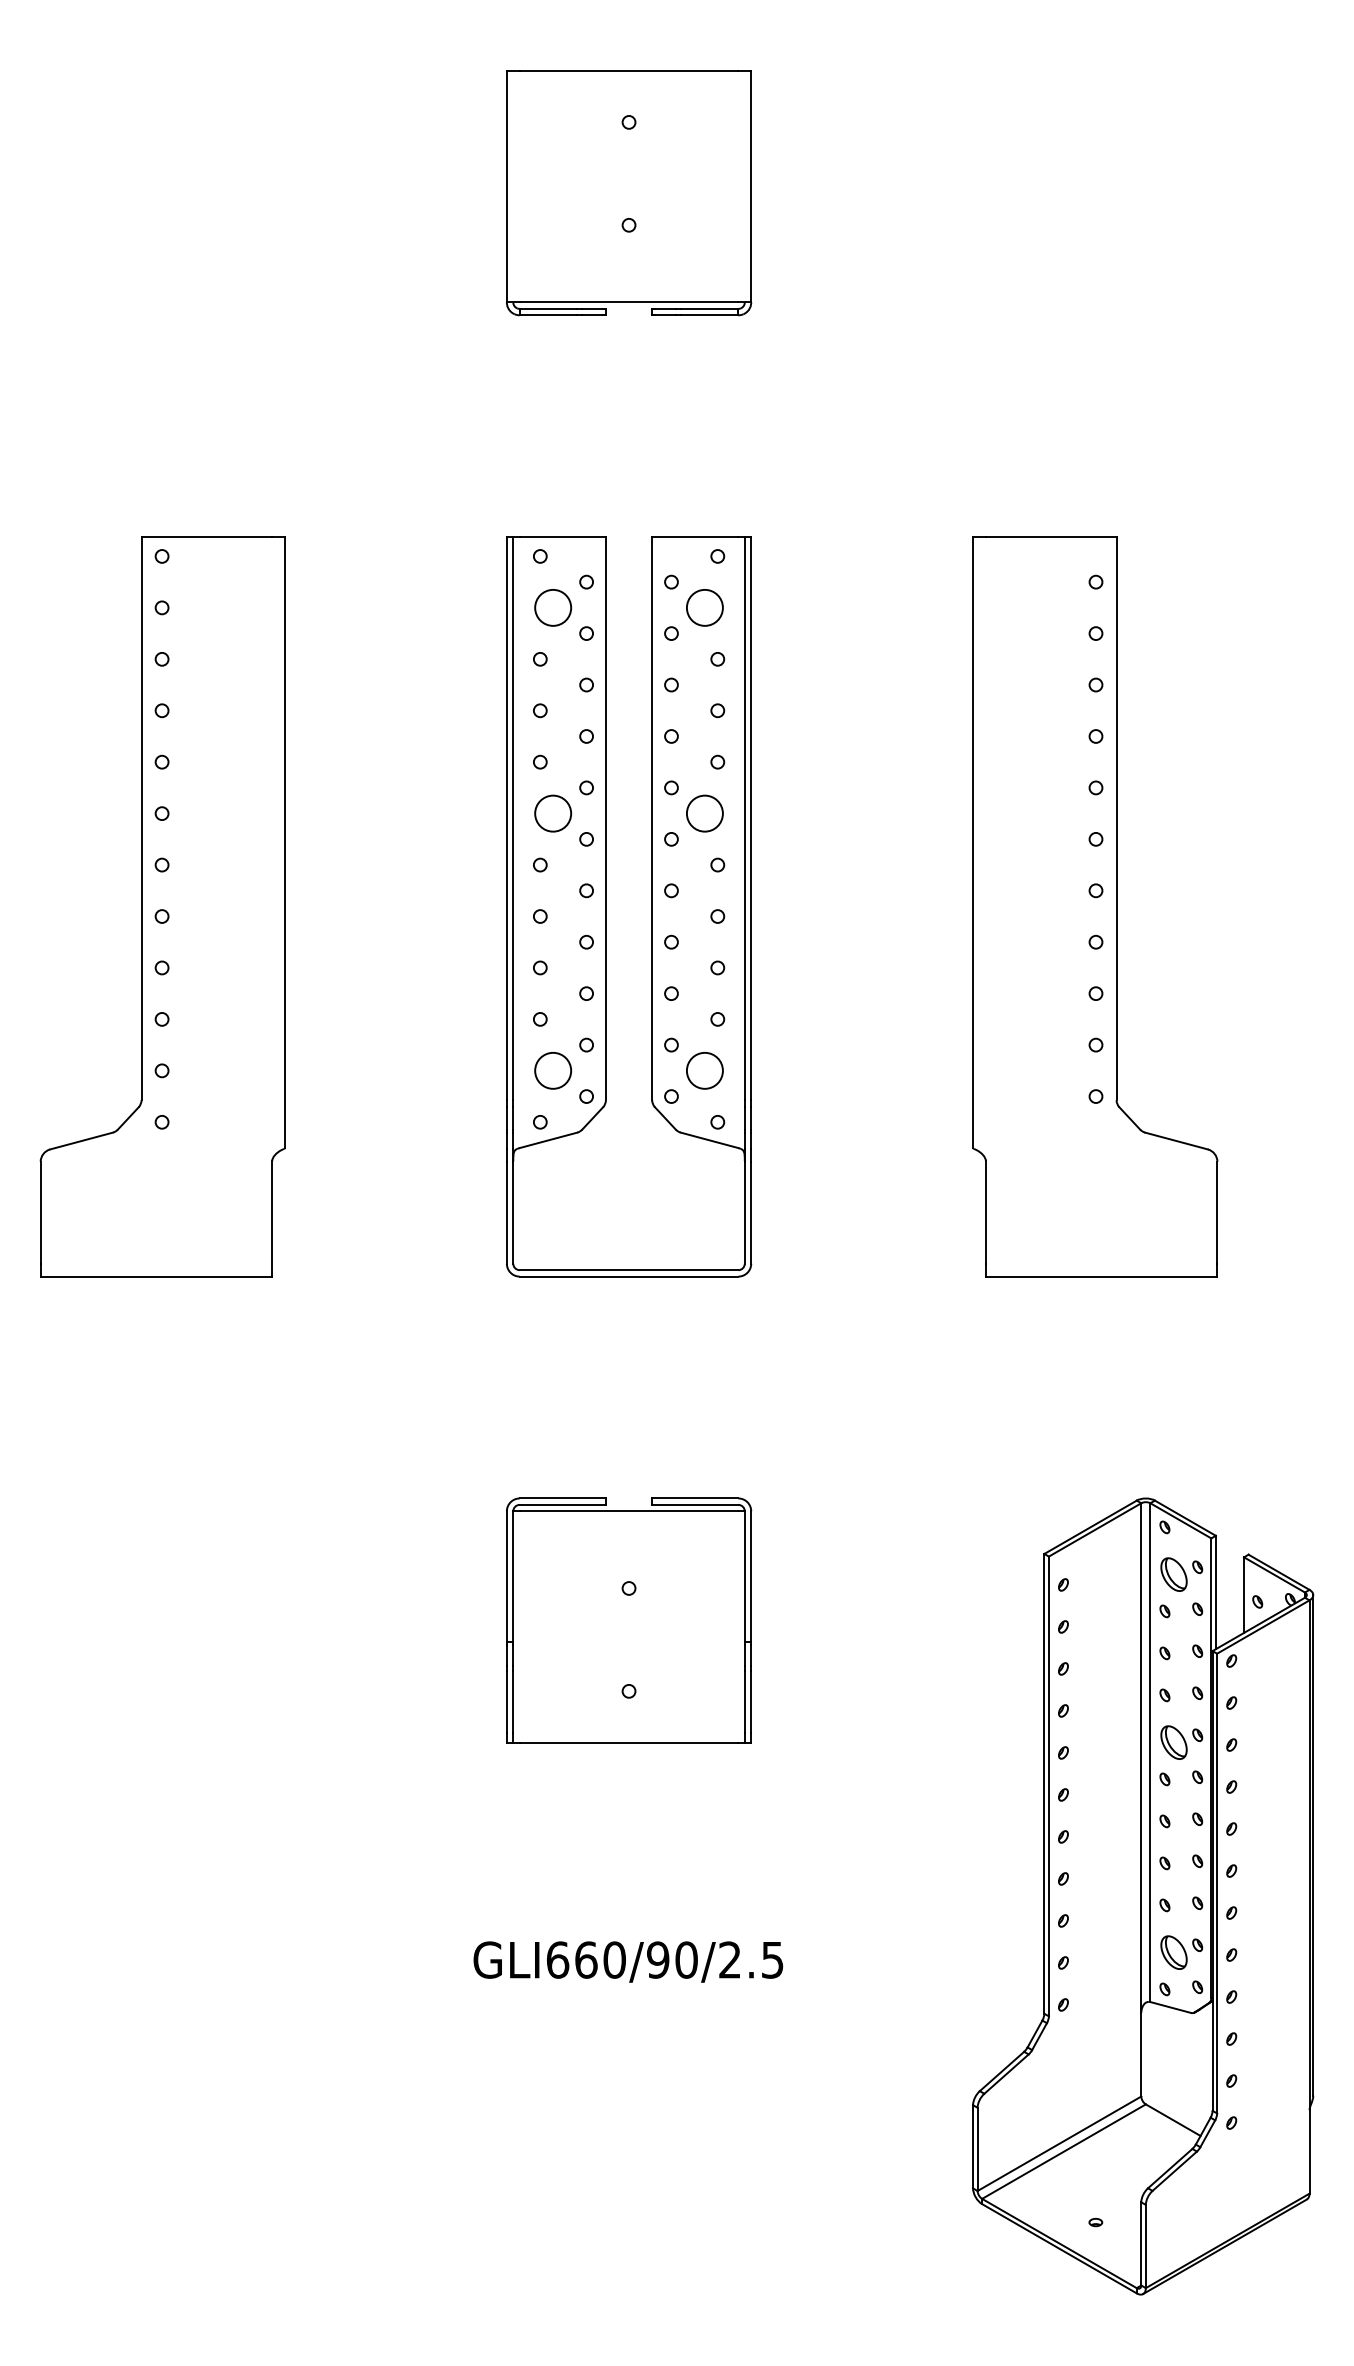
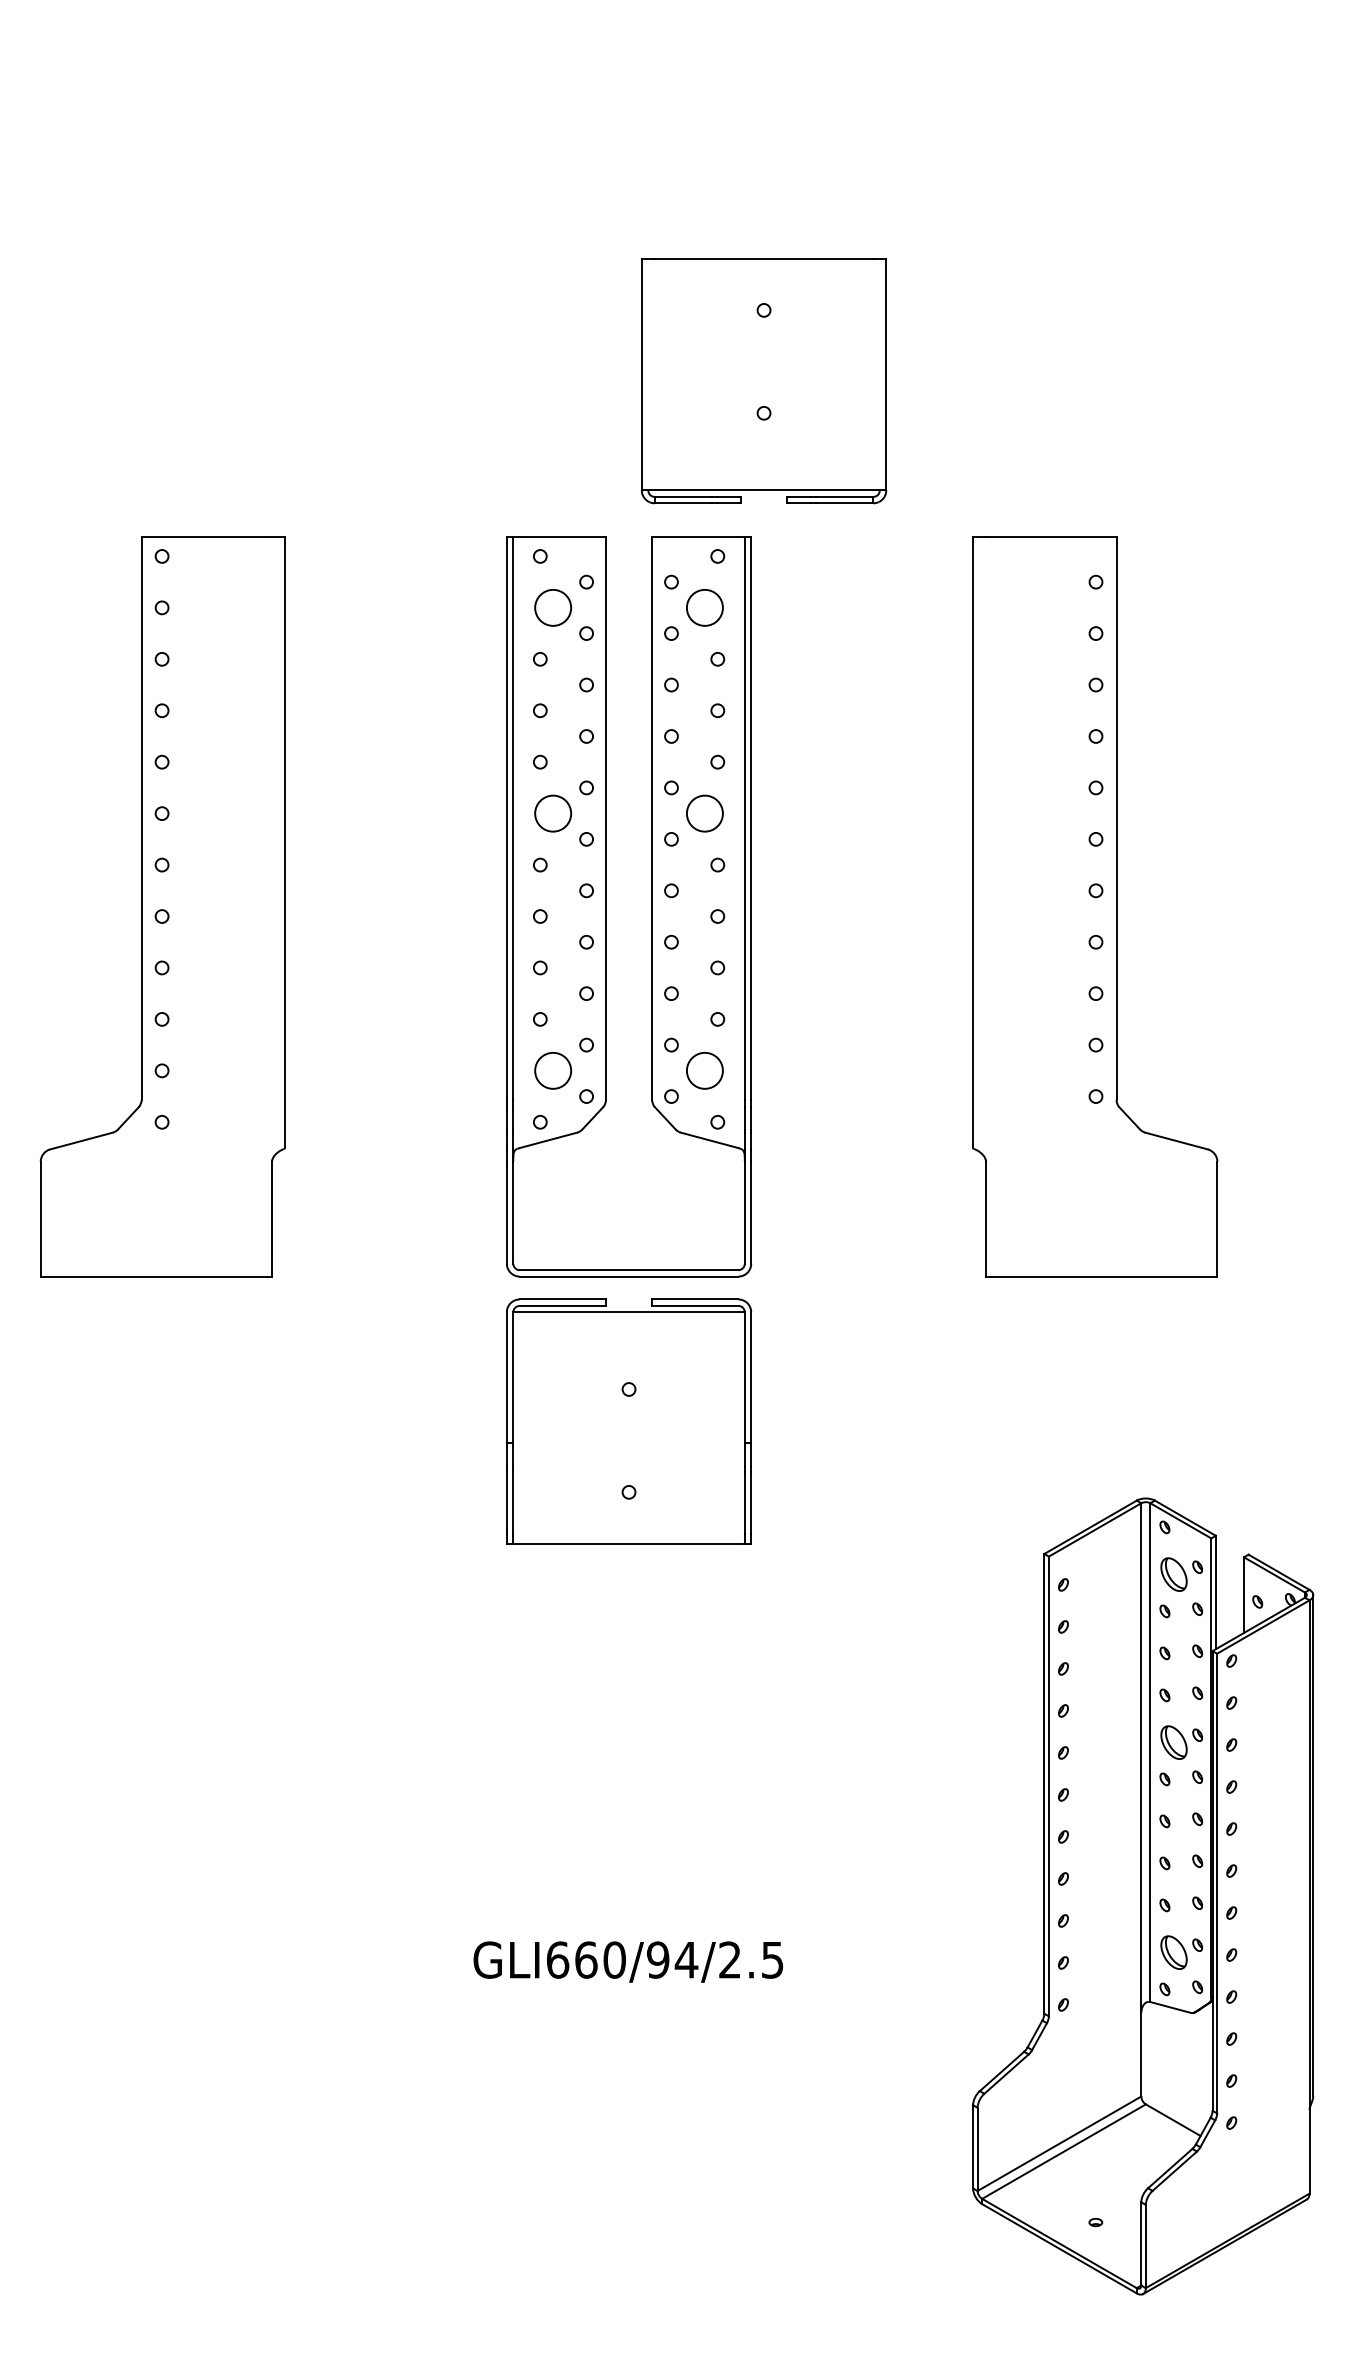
part at (629, 193) position: (629, 193) -> (764, 381)
part at (629, 1620) position: (629, 1620) -> (629, 1421)
text at (686, 1959): GLI660/90/2.5 -> GLI660/94/2.5
